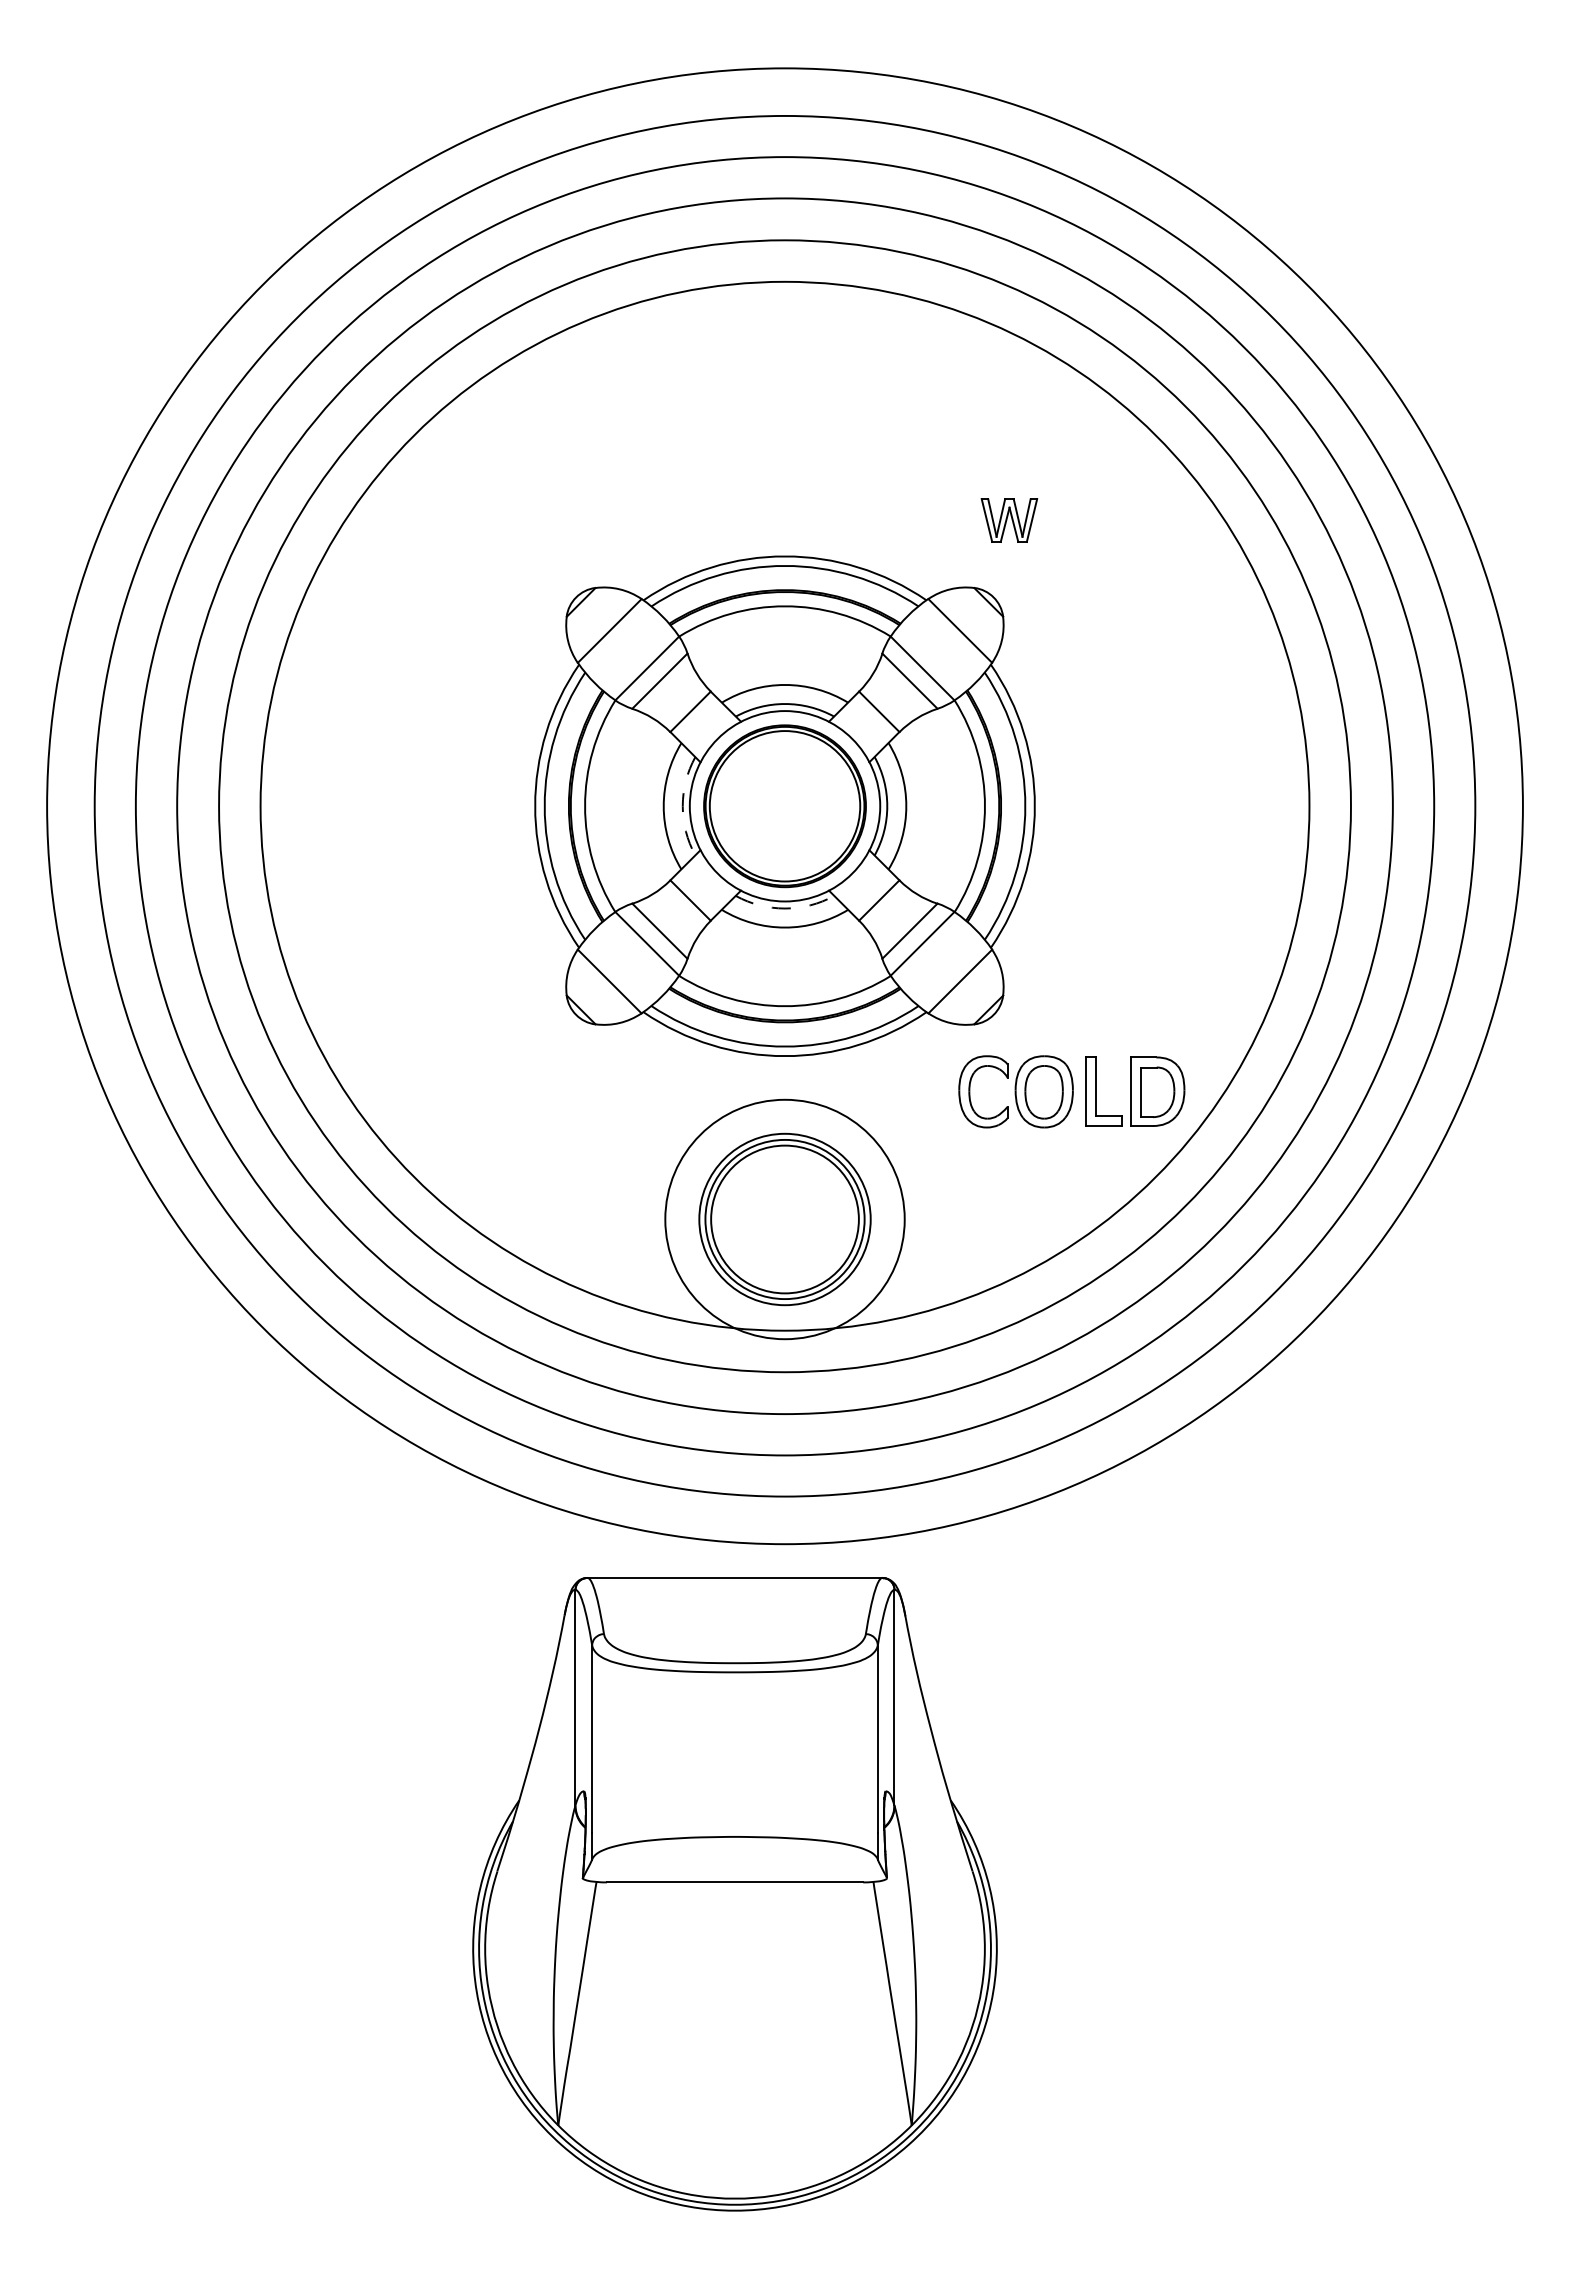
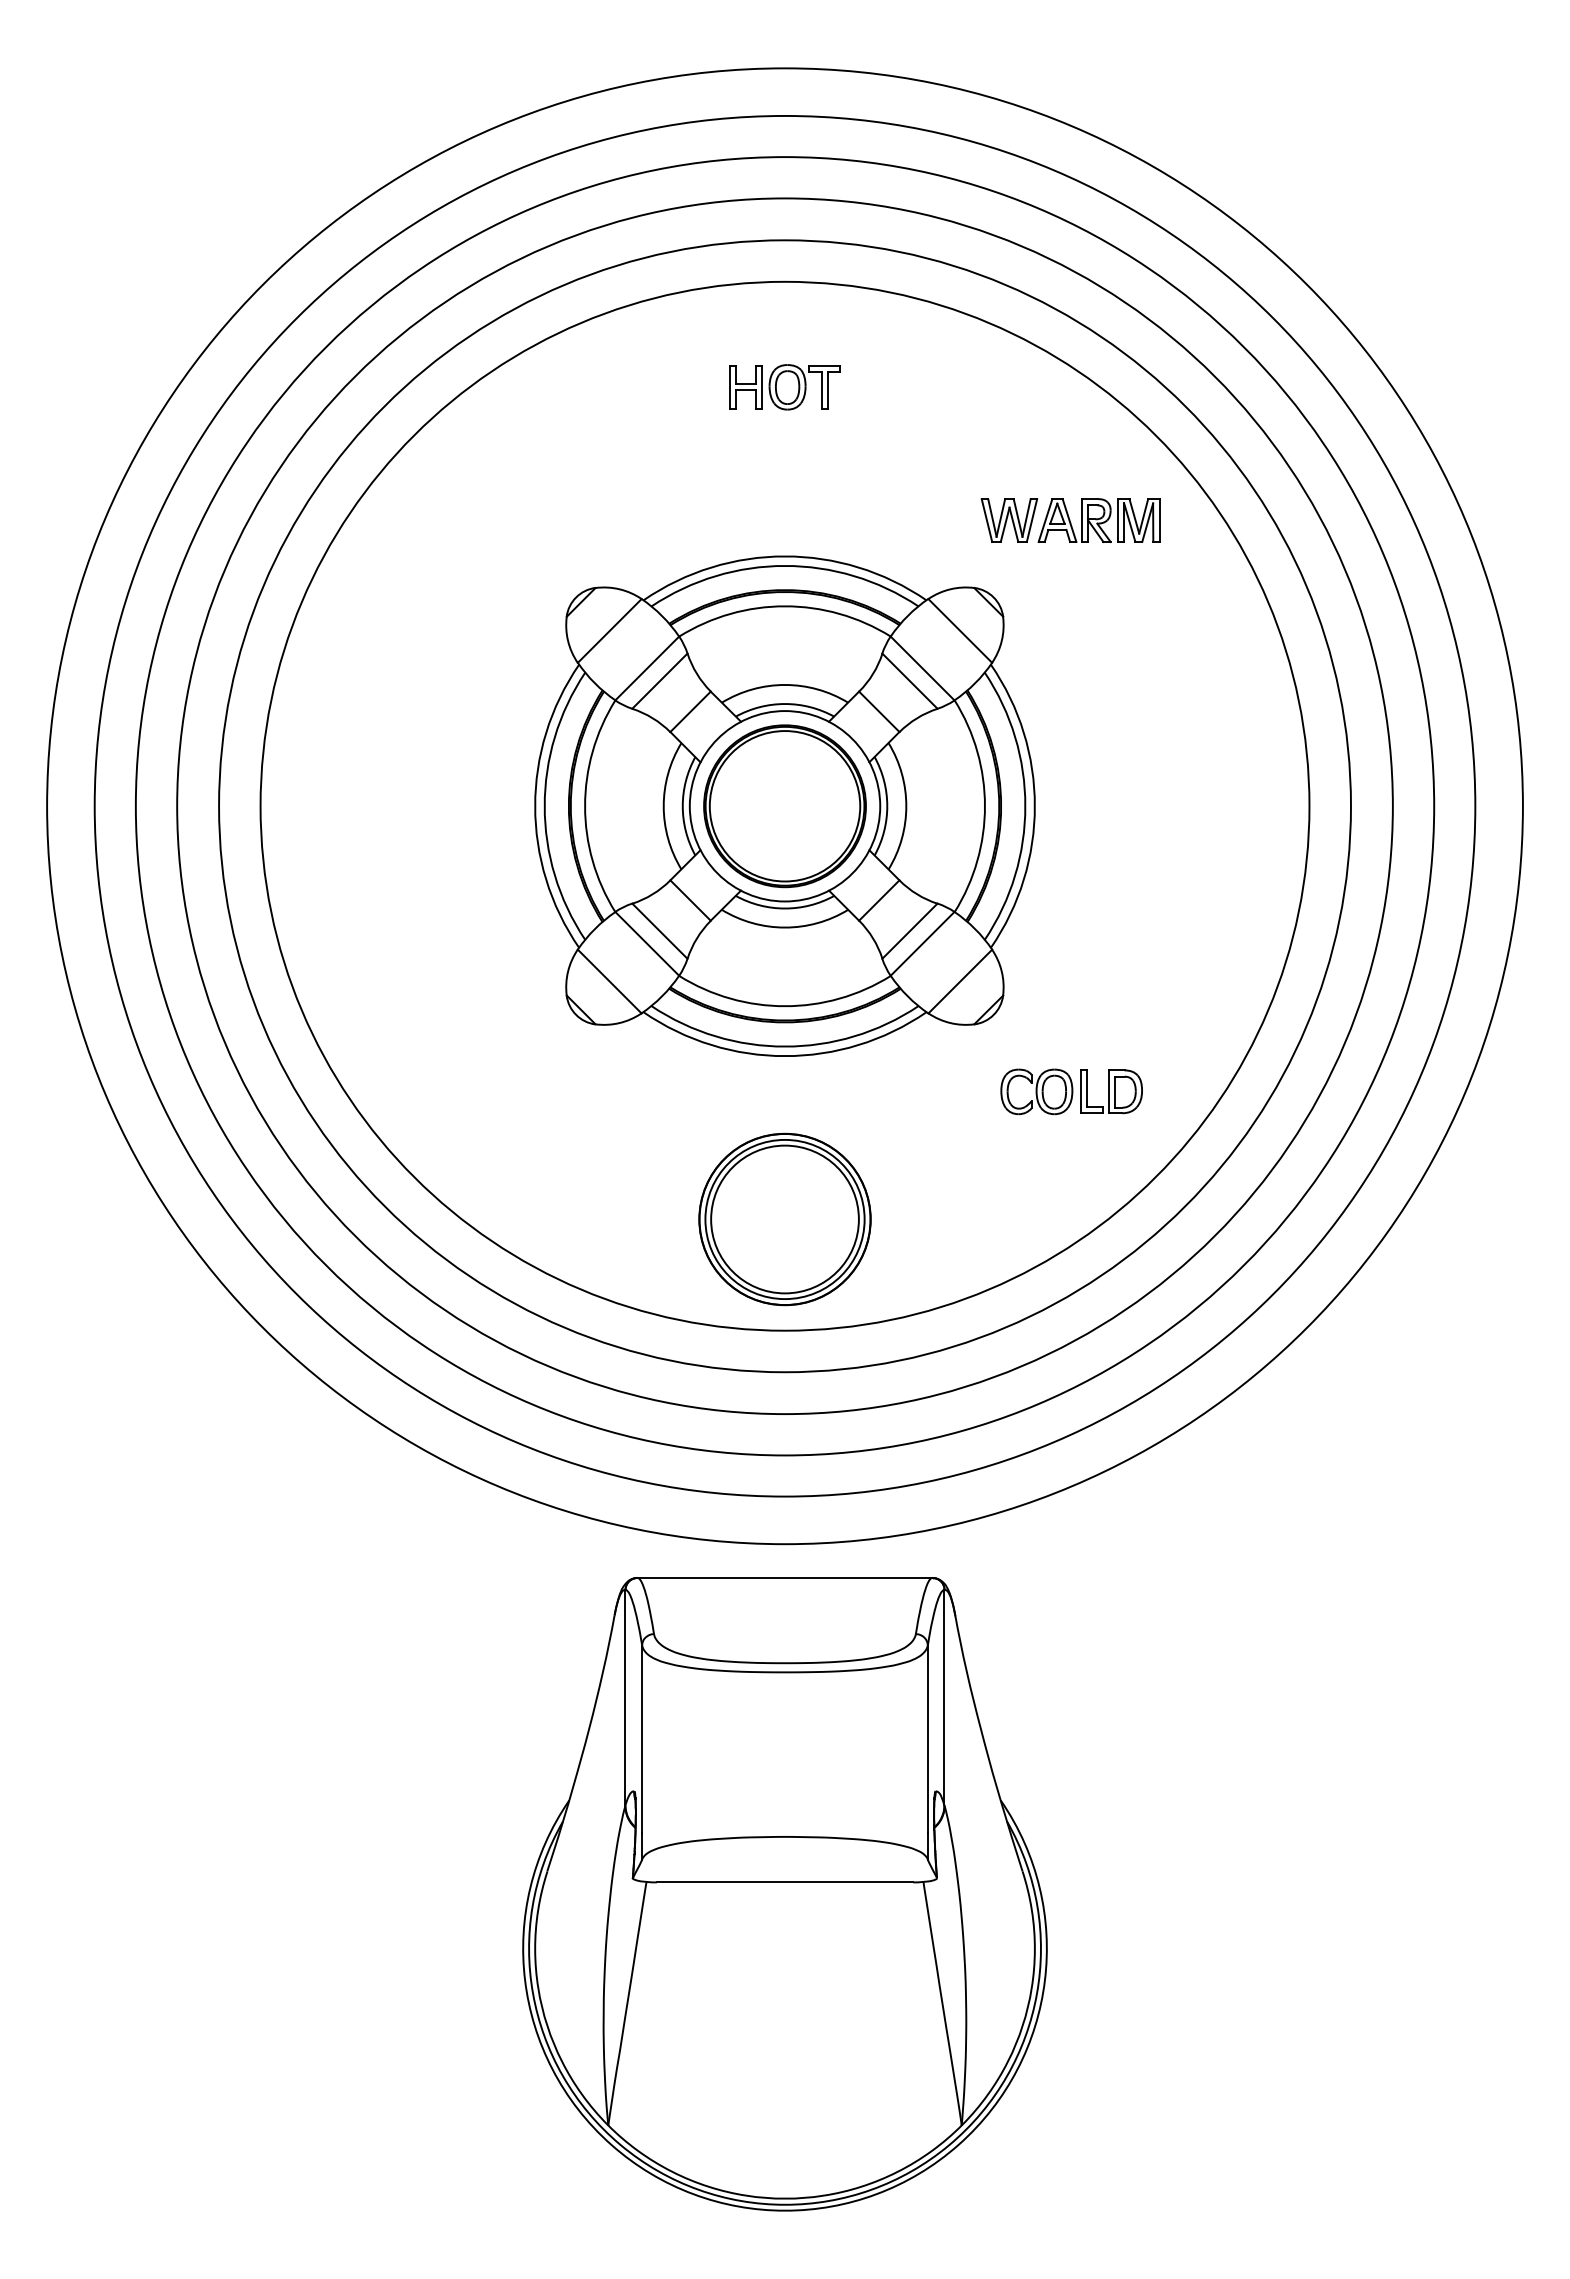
part at (784, 387): none -> present
part at (1098, 520): none -> present
arc at (682, 806): dashed -> solid
arc at (785, 908): dashed -> solid
part at (1071, 1091) size: 228x74 px -> 143x48 px
circle at (784, 1219) diameter: 239 px -> 171 px
part at (734, 1894) position: (734, 1894) -> (784, 1894)
